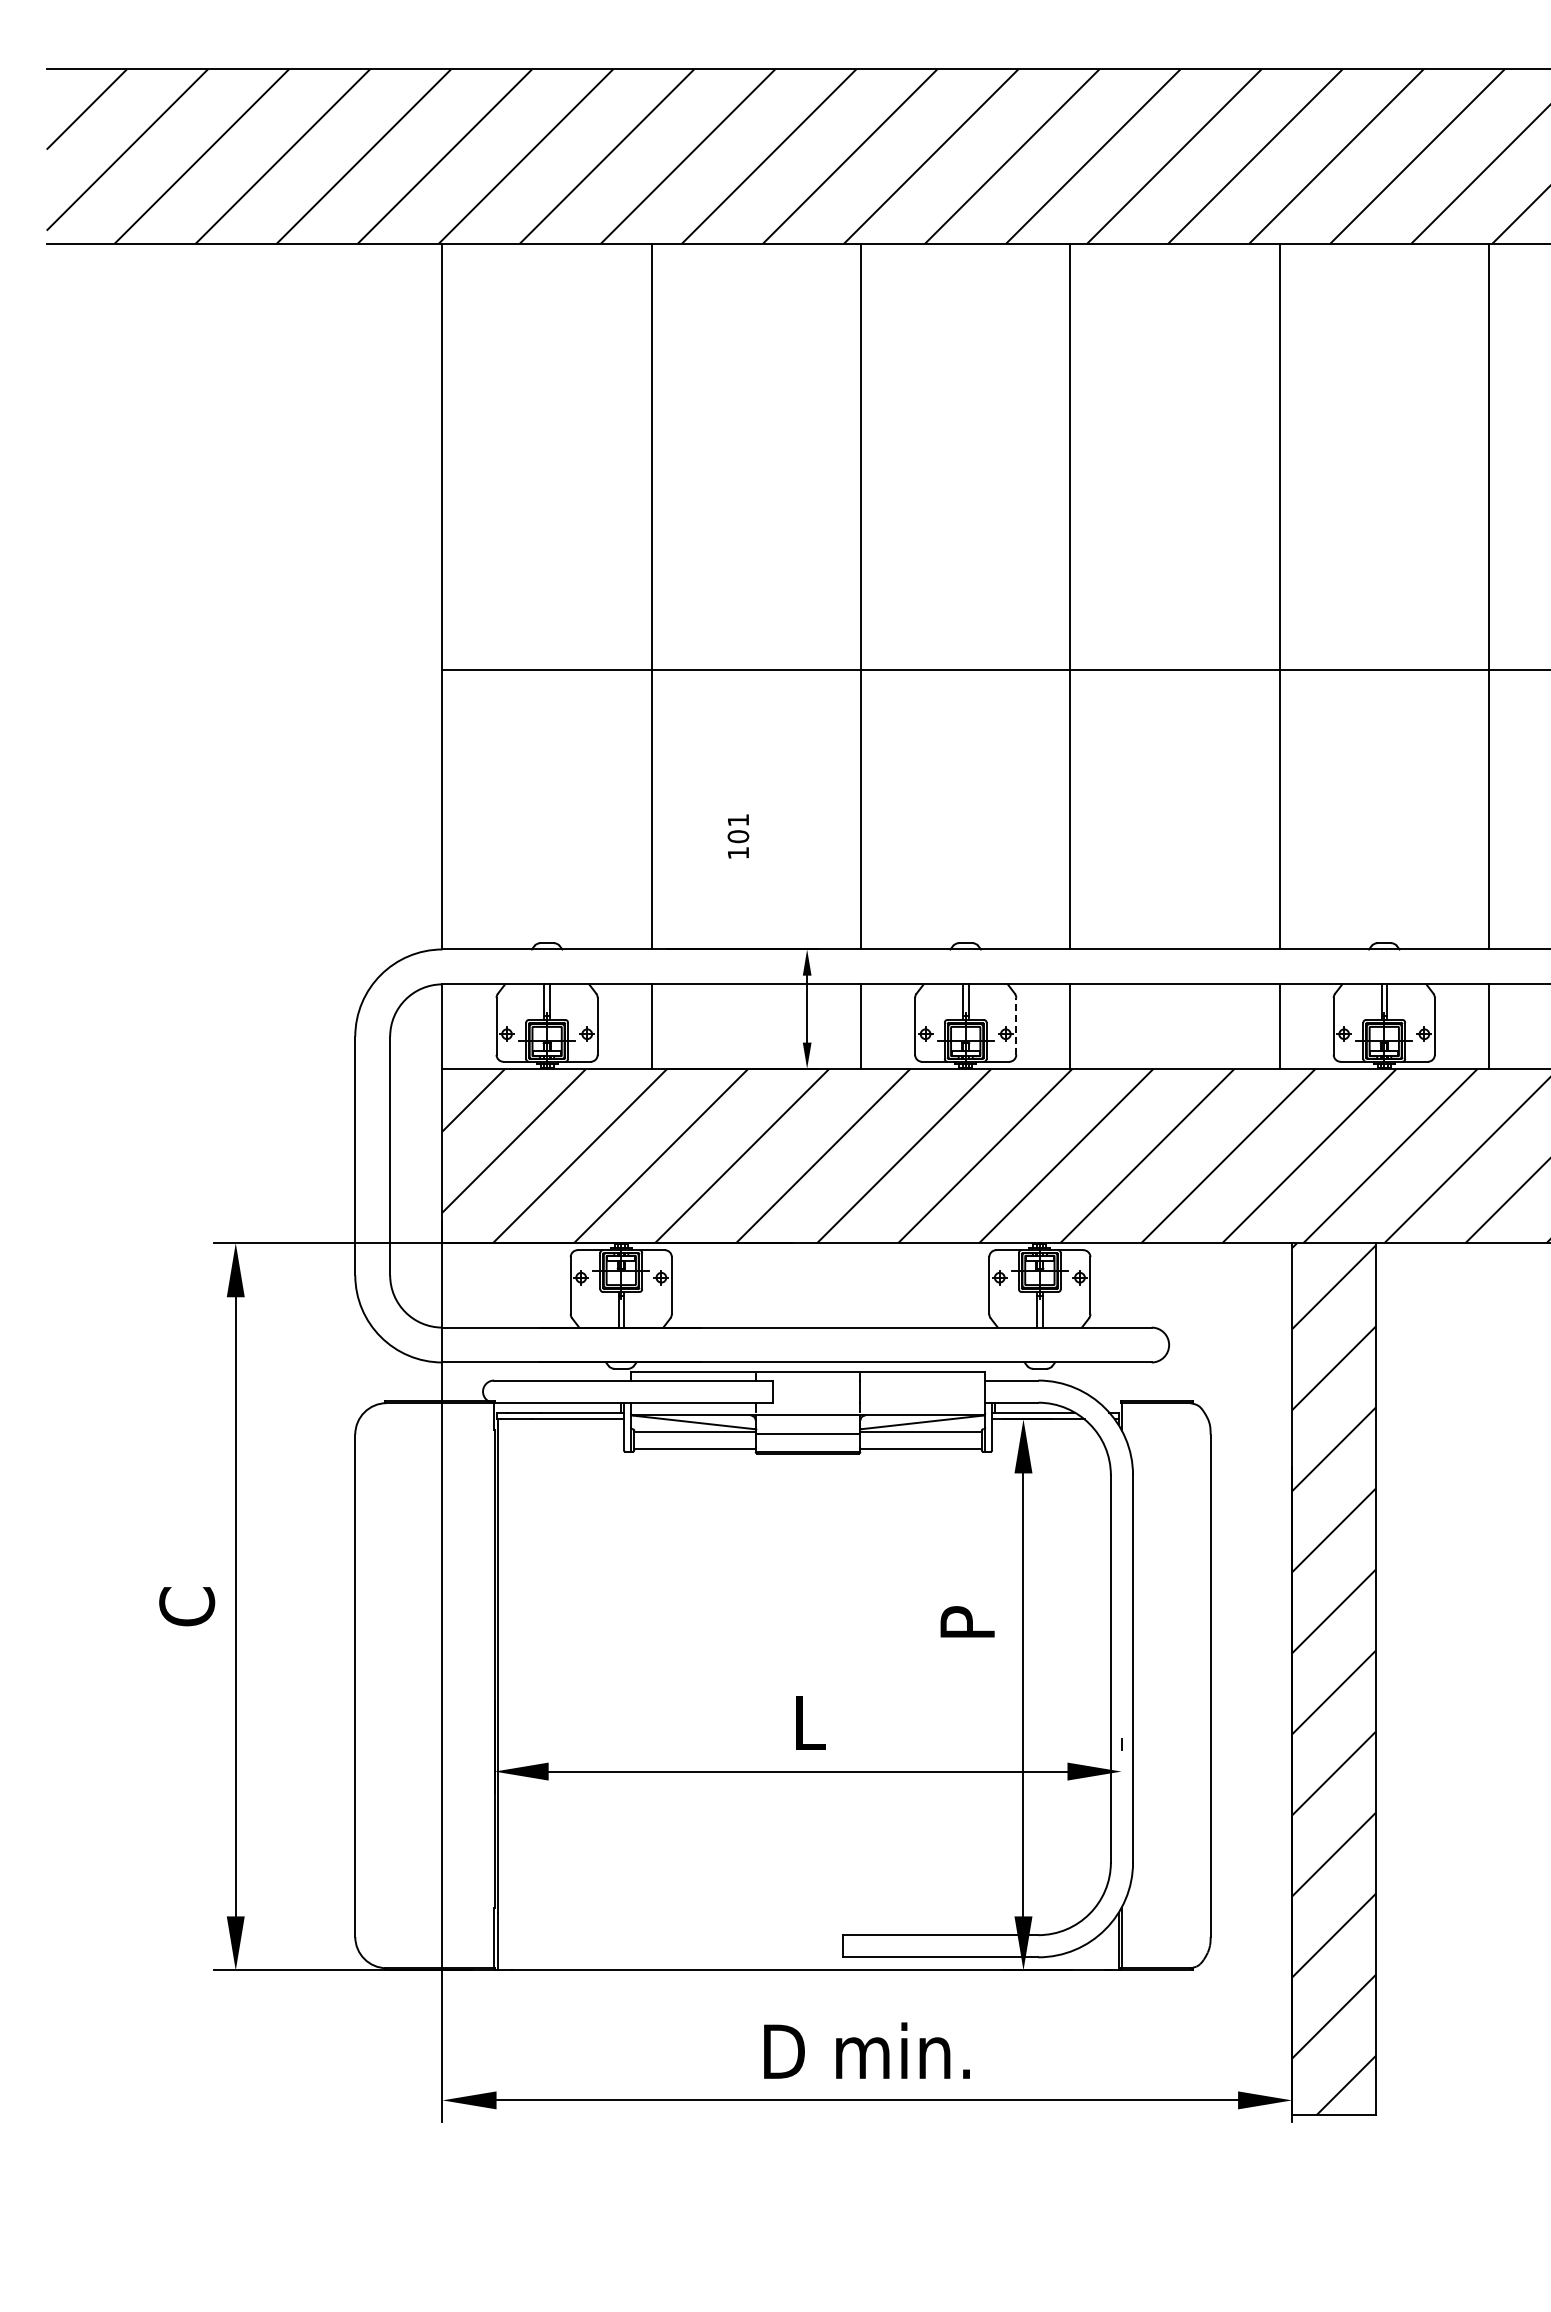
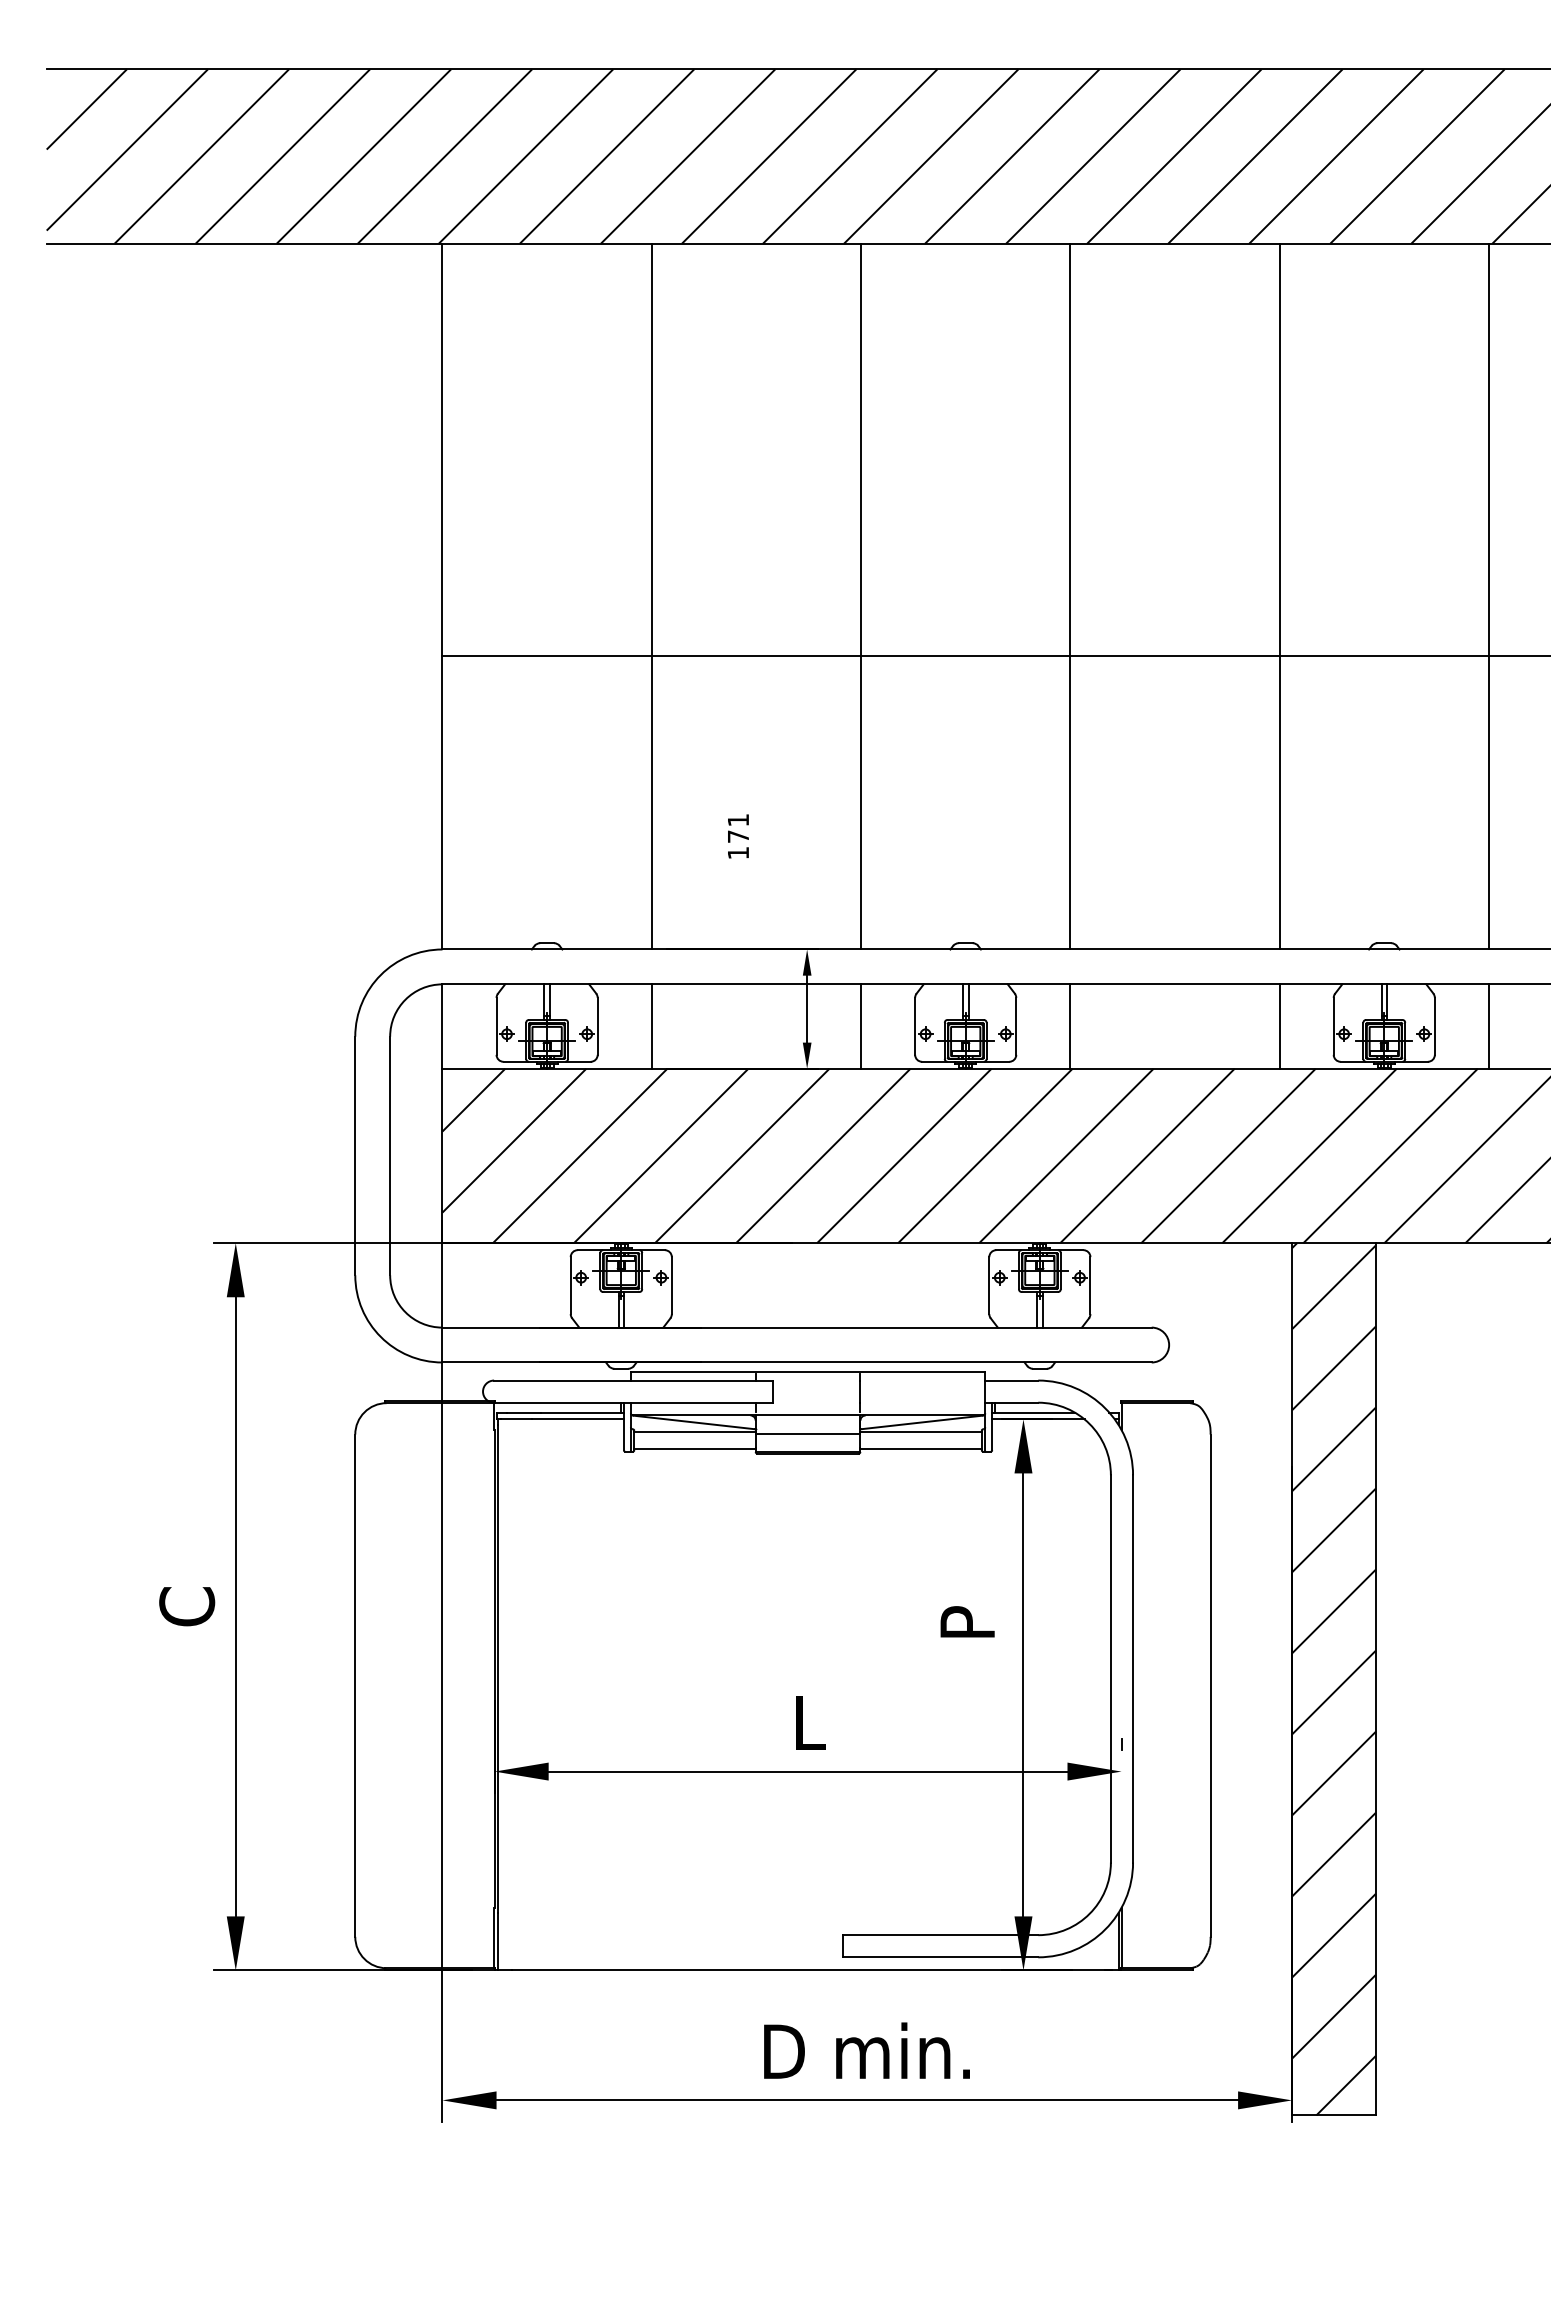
line at (994, 670) position: (994, 670) -> (994, 656)
text at (738, 836): 101 -> 171
line at (1016, 1025): dashed -> solid
